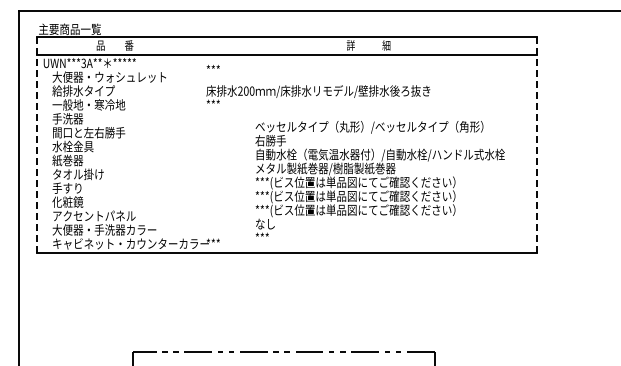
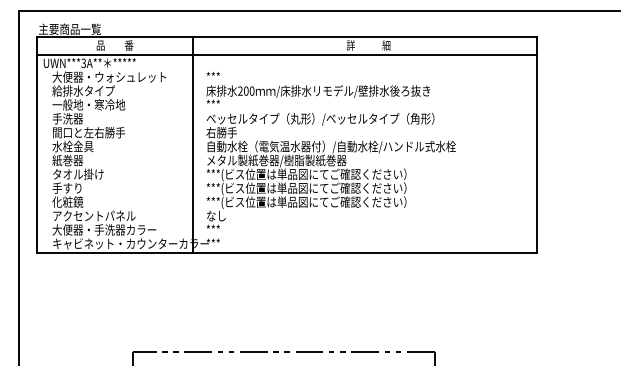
text at (212, 66) position: (212, 66) -> (212, 73)
line at (36, 144): dashed -> solid
line at (193, 144): none -> present
line at (537, 144): dashed -> solid
text at (379, 178) position: (379, 178) -> (330, 170)
